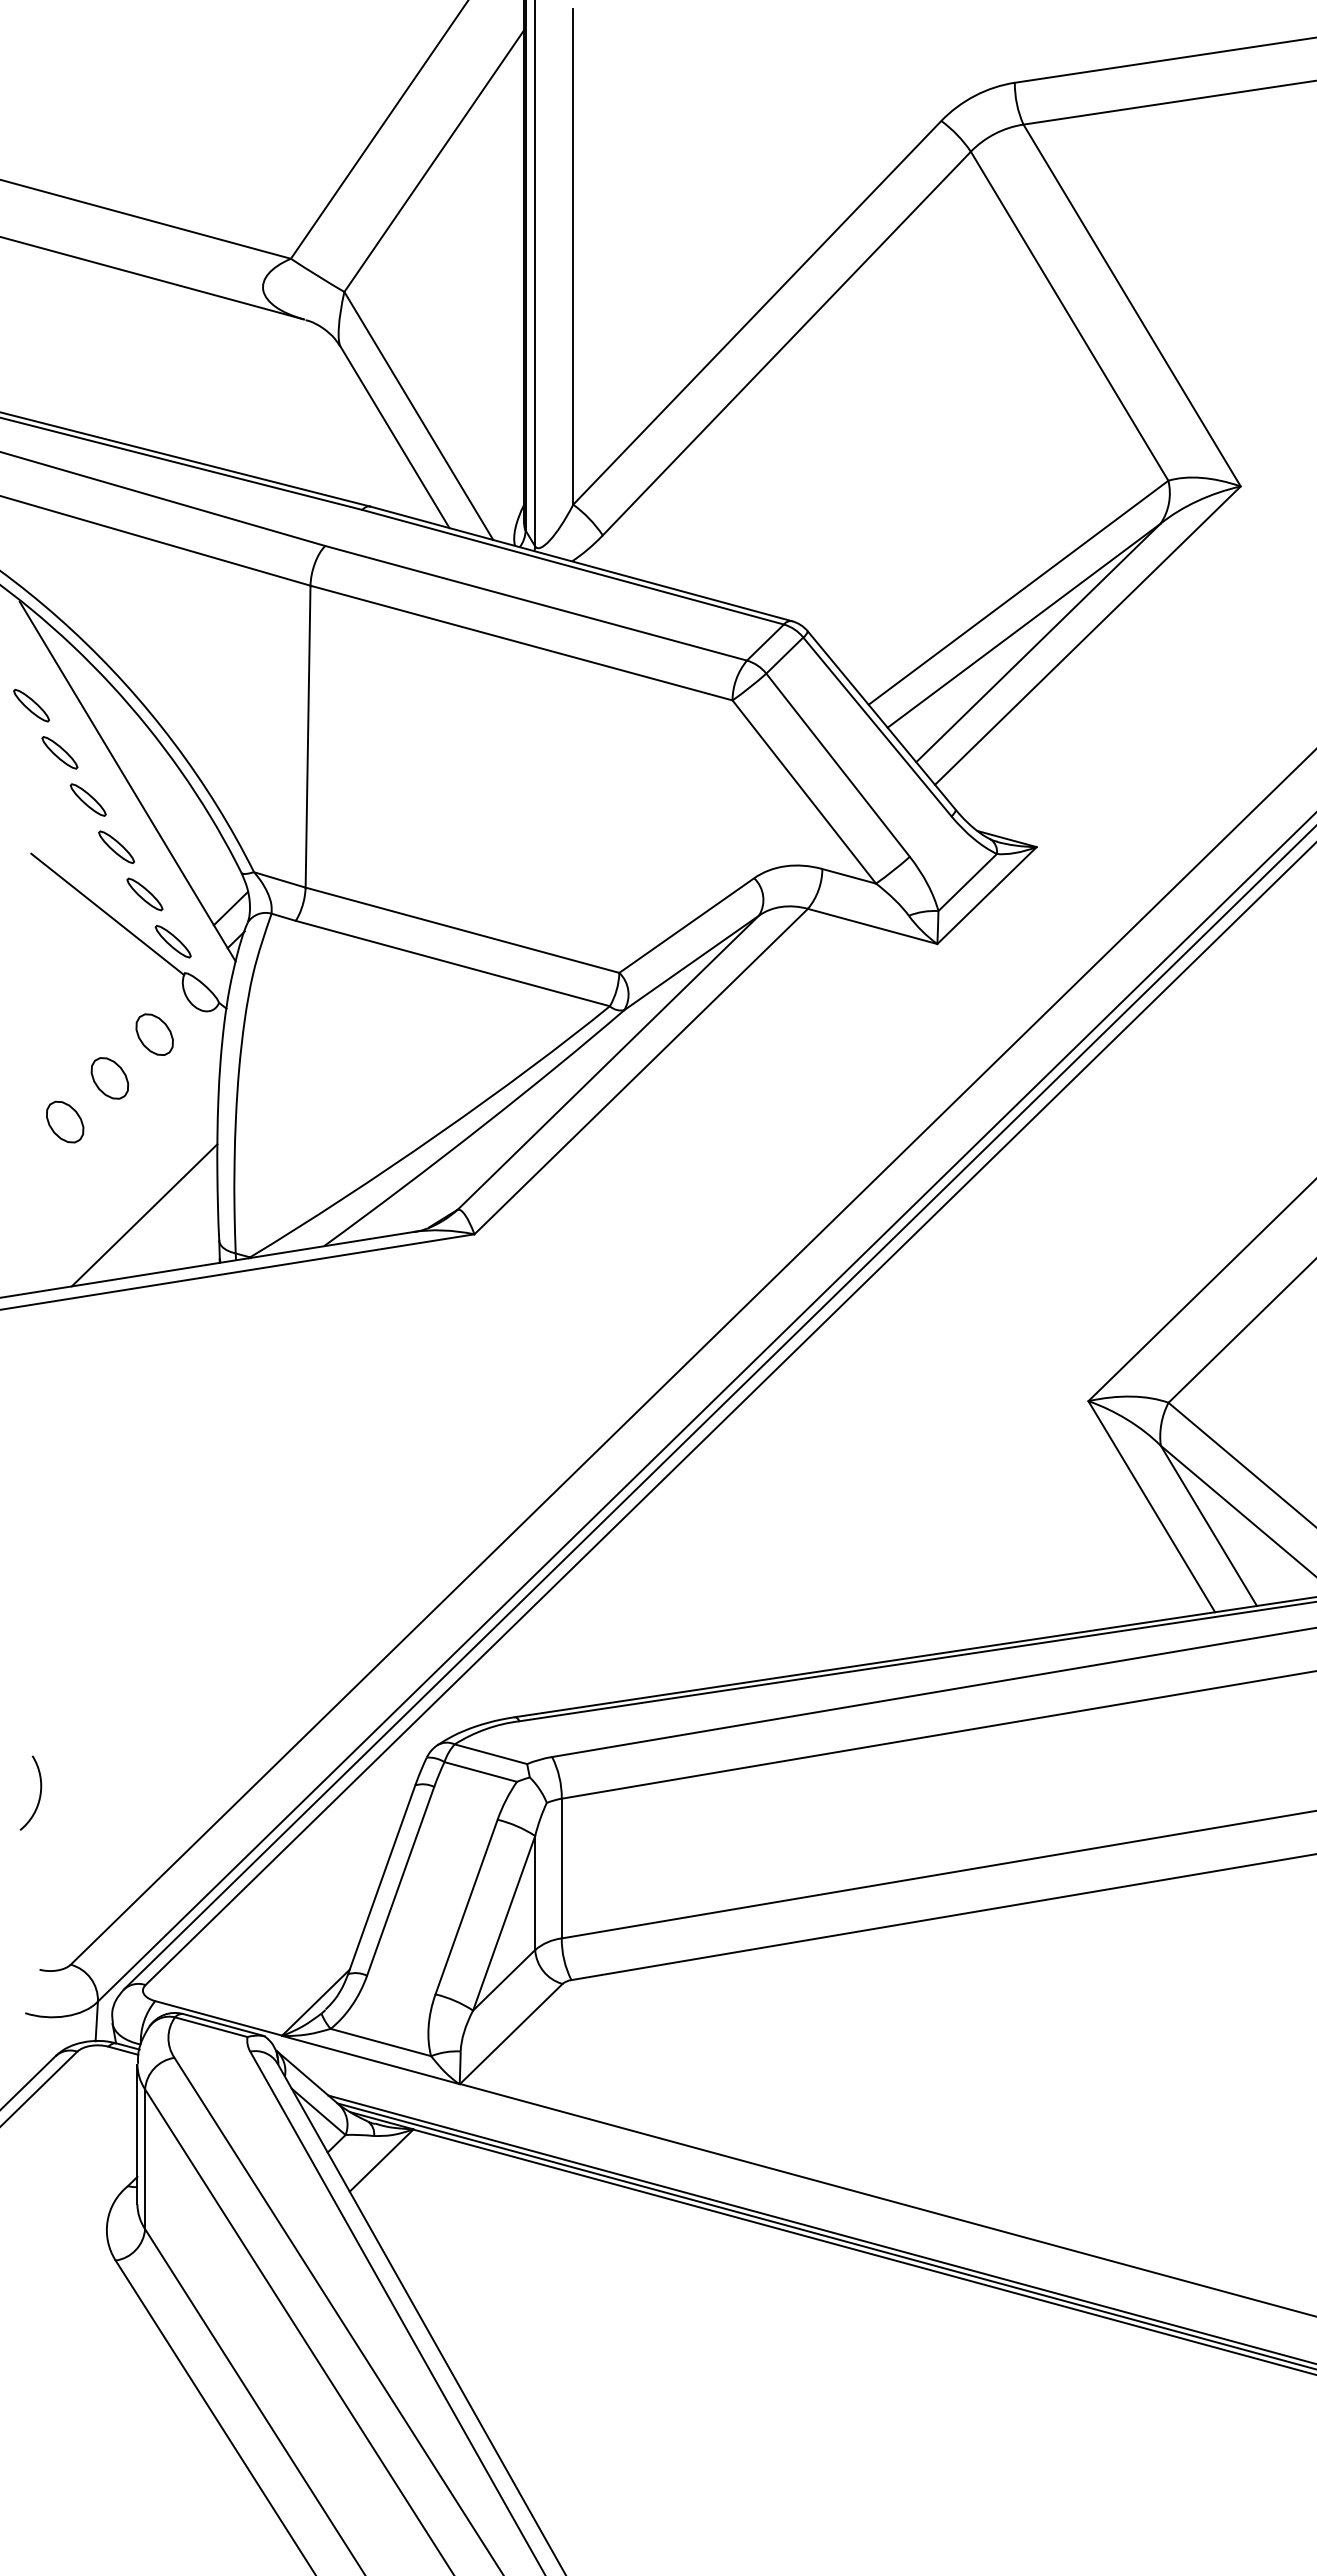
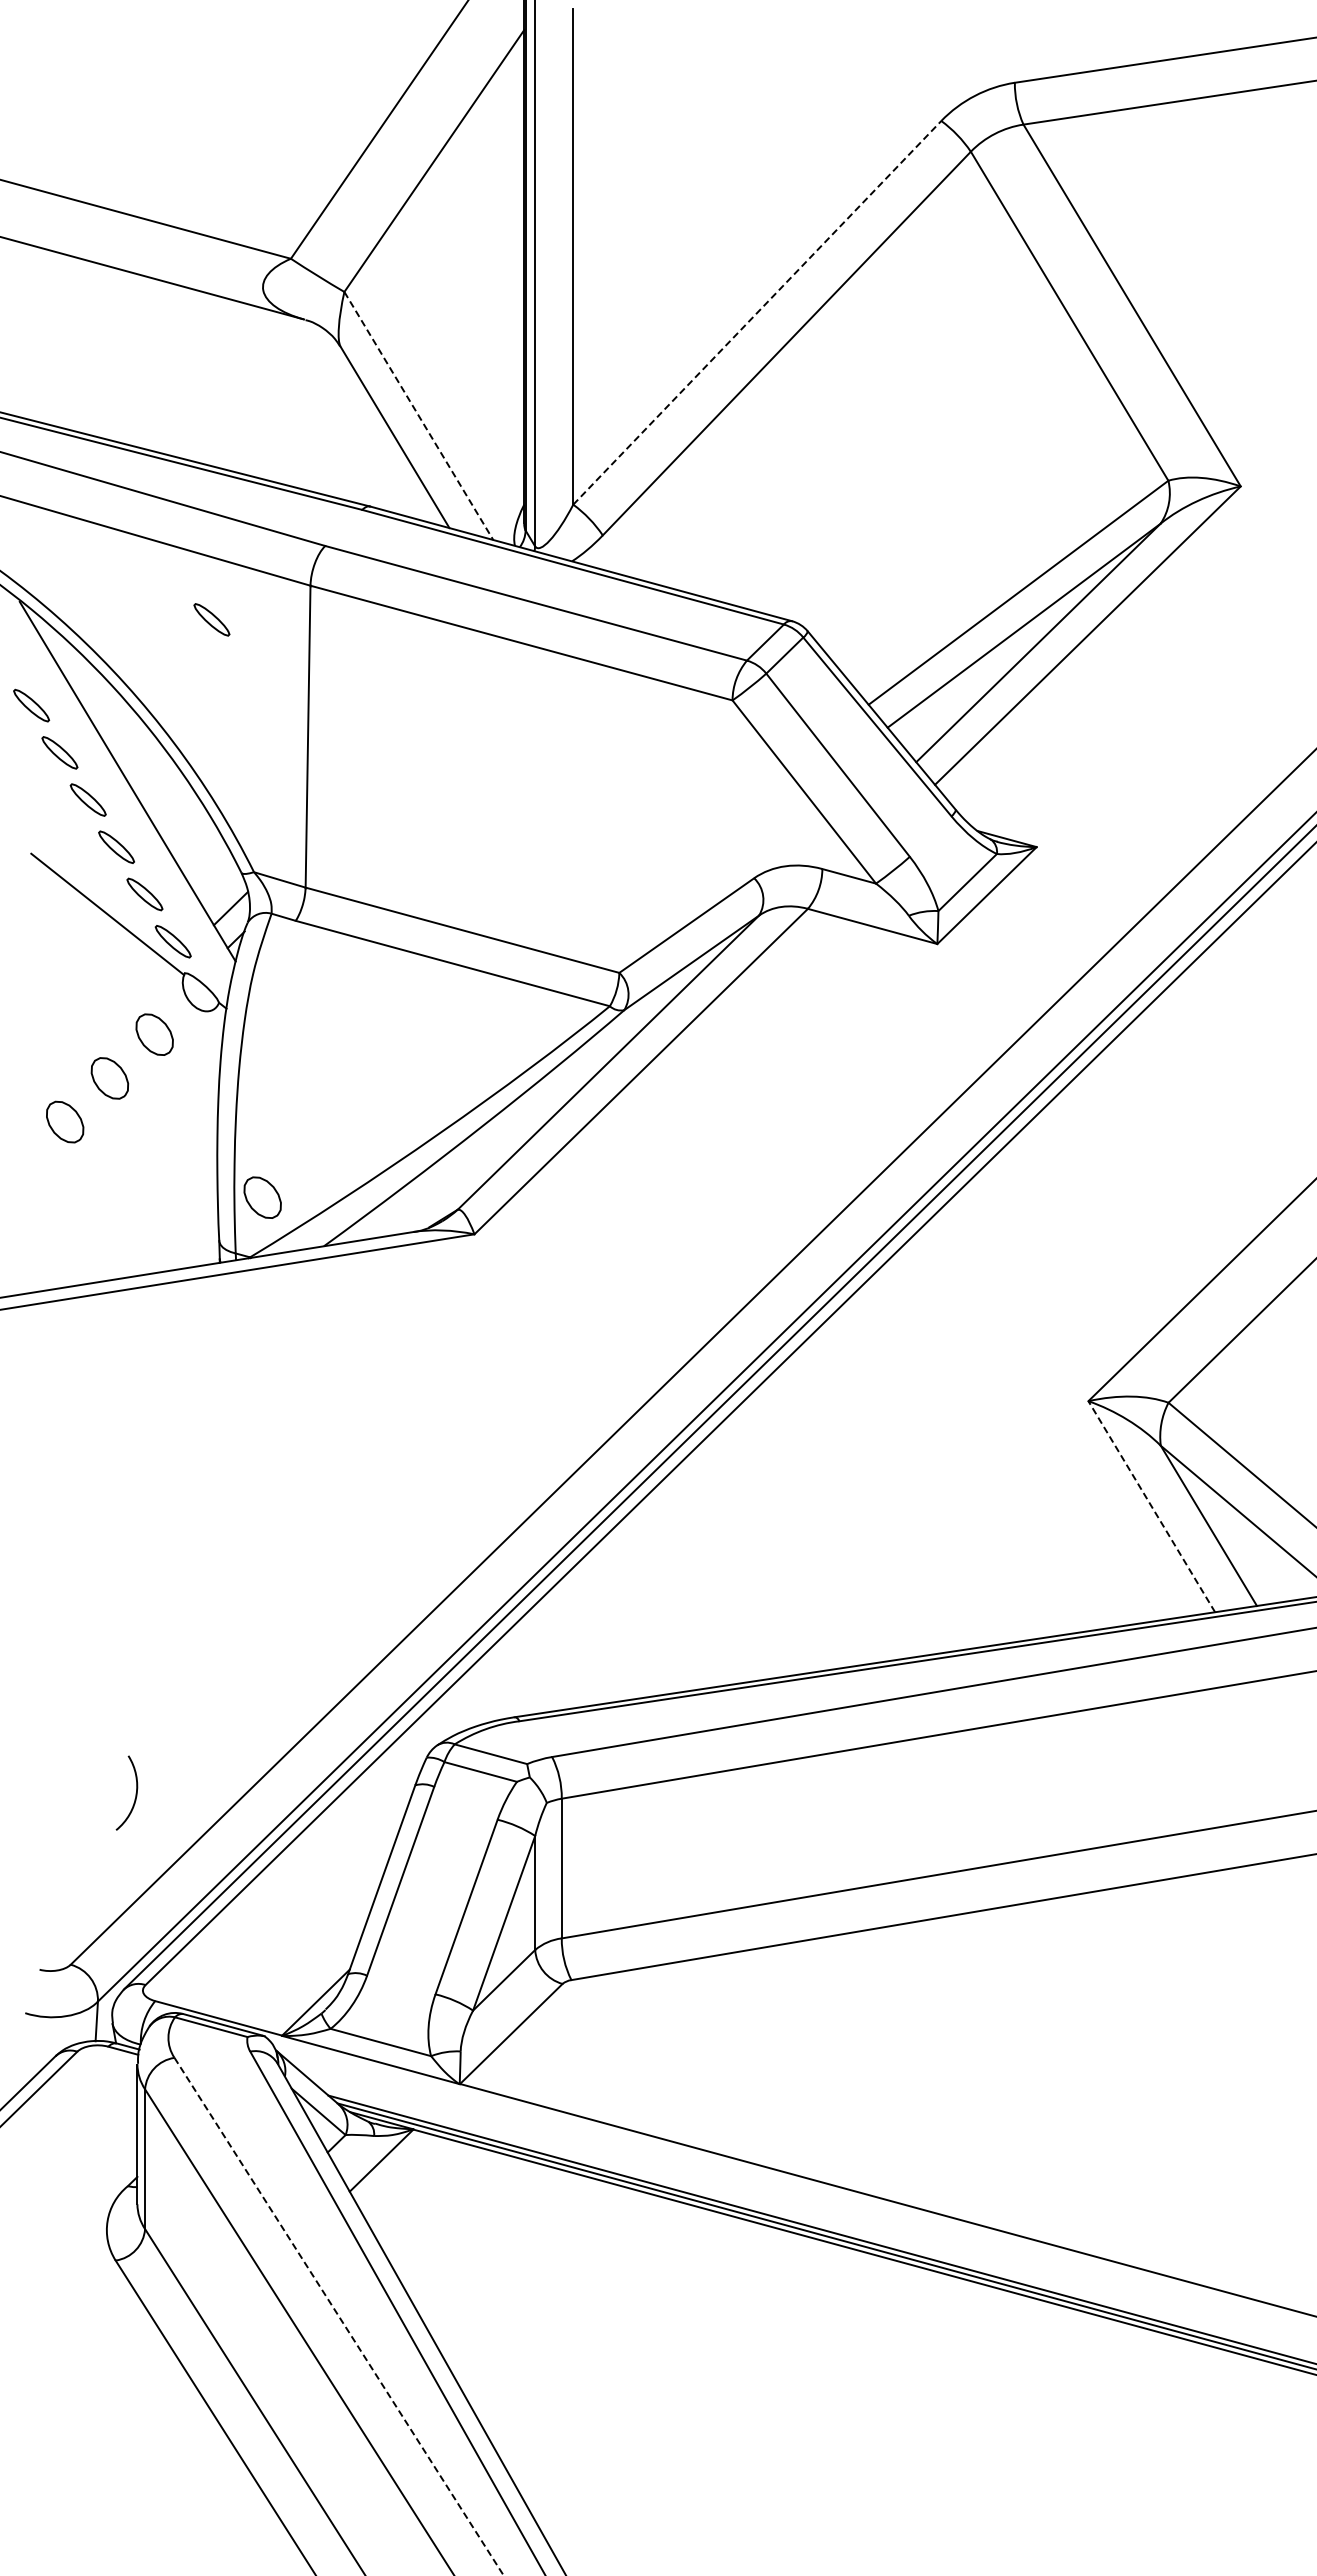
line at (757, 312): solid -> dashed
line at (418, 415): solid -> dashed
part at (211, 619): none -> present
part at (262, 1197): none -> present
line at (144, 1215): present -> none
line at (1151, 1506): solid -> dashed
arc at (39, 1793) position: (39, 1793) -> (135, 1793)
line at (339, 2316): solid -> dashed
